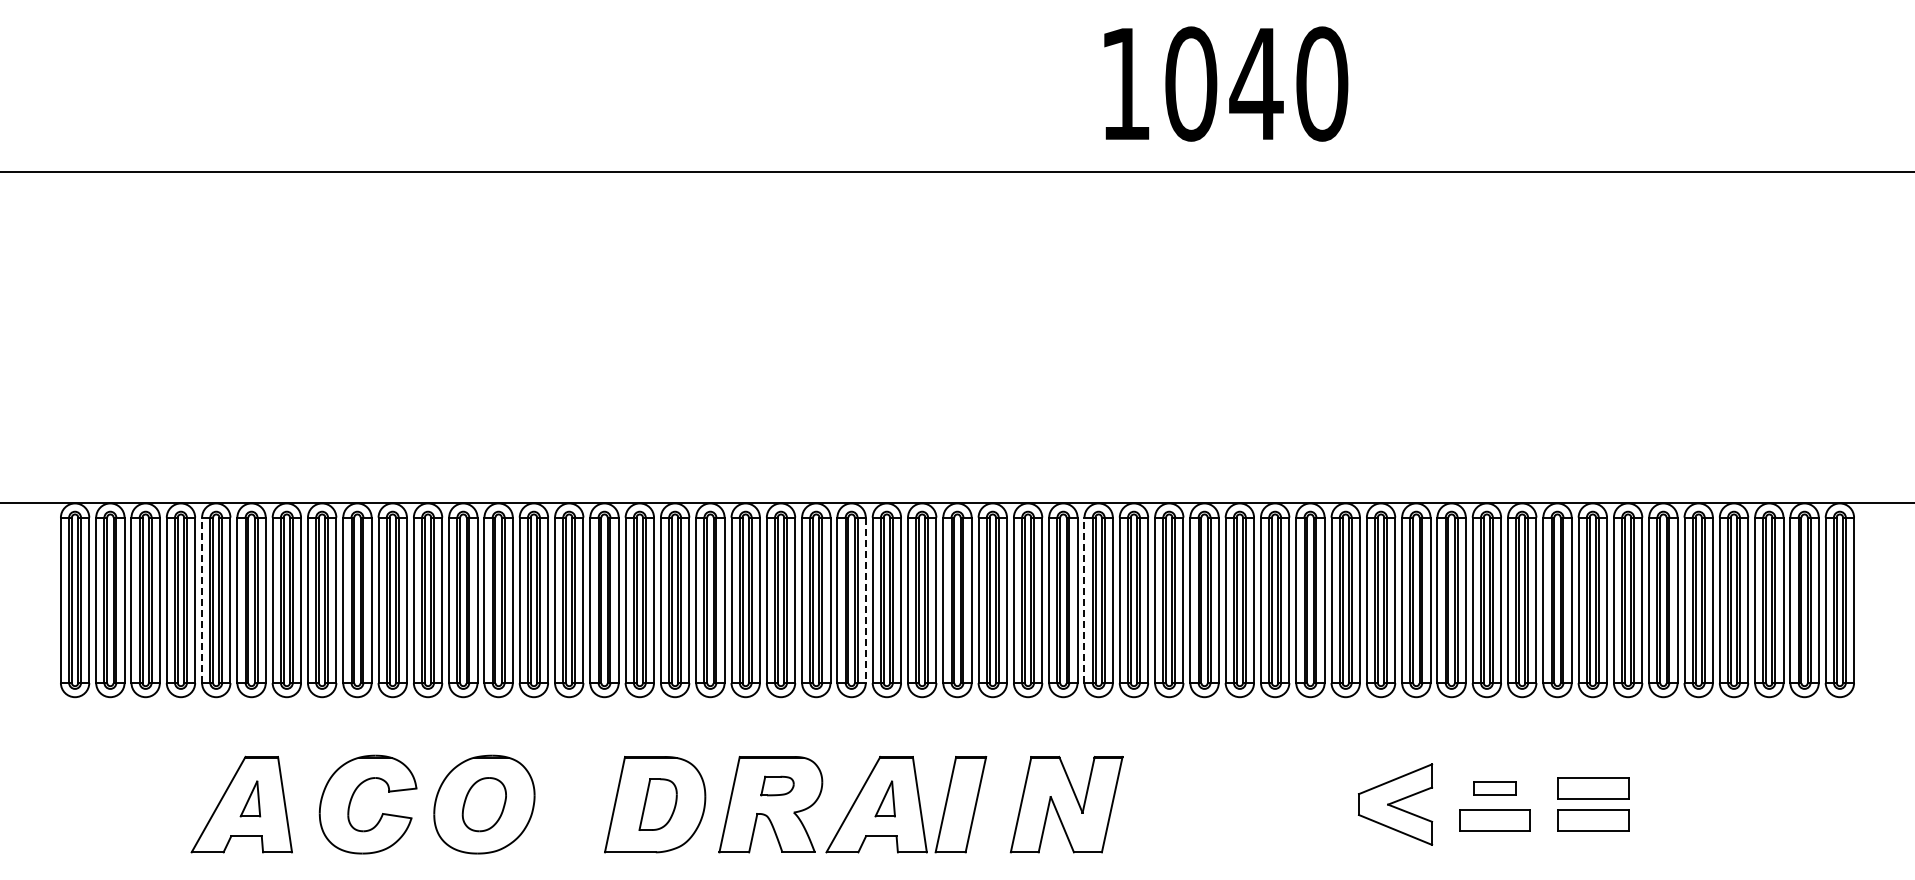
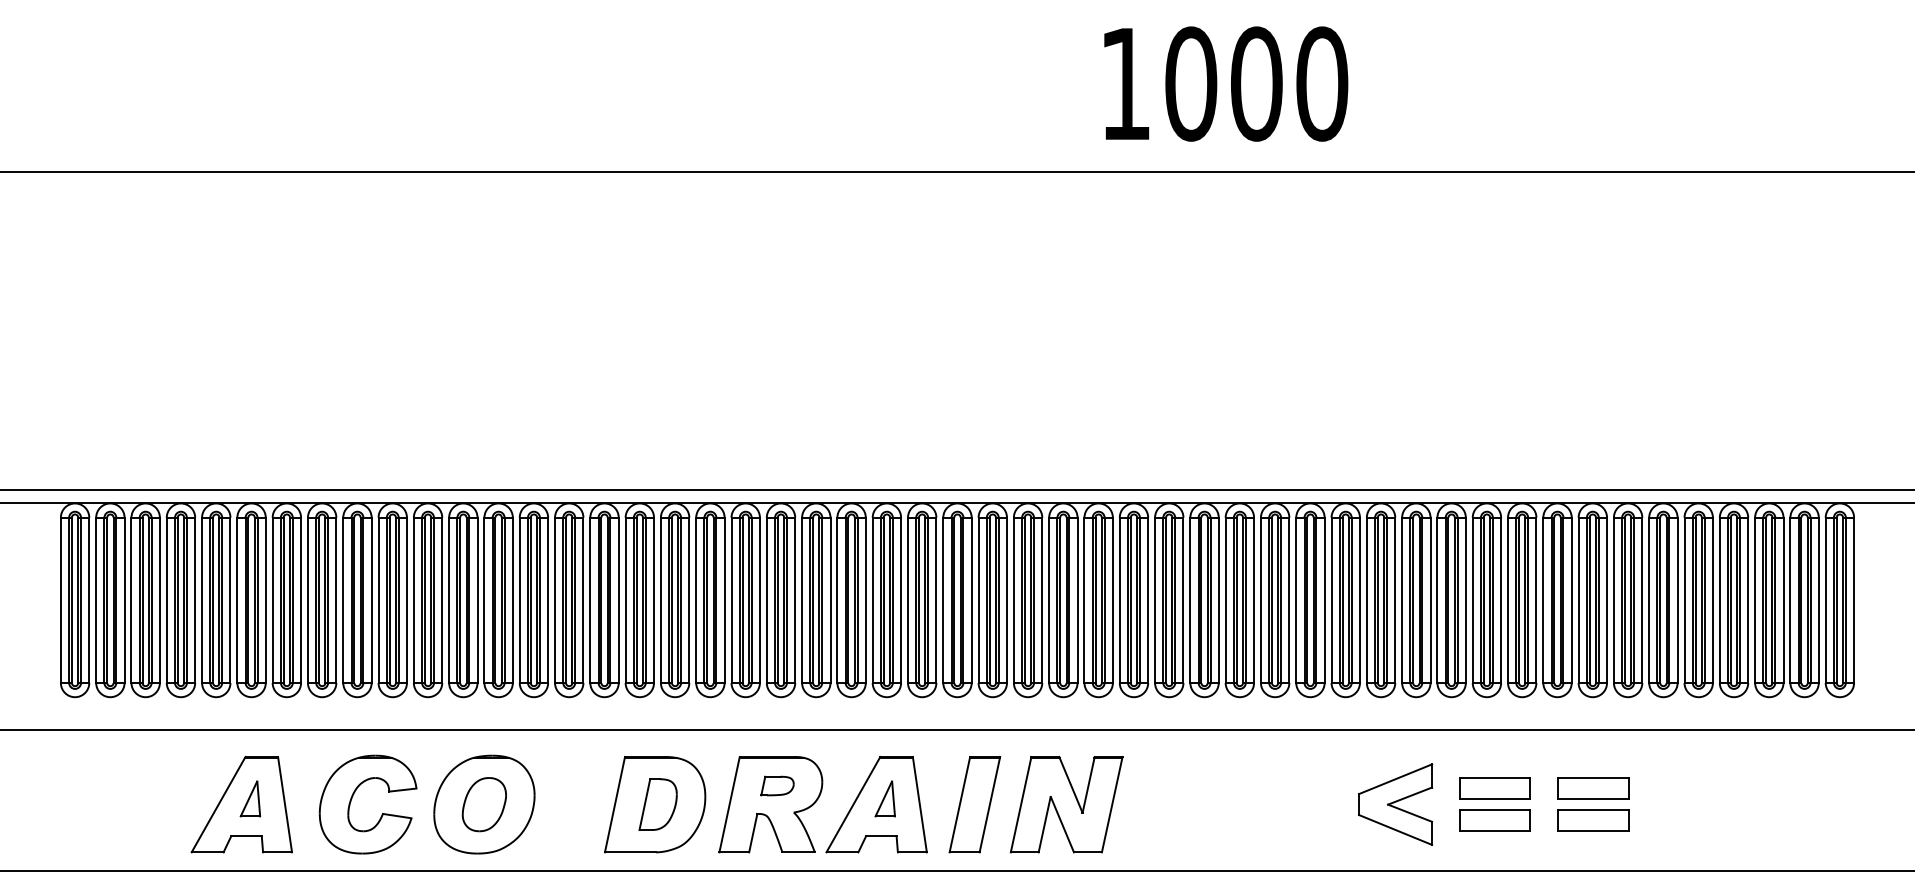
text at (1256, 83): 1040 -> 1000
line at (956, 489): none -> present
line at (202, 600): dashed -> solid
line at (865, 600): dashed -> solid
line at (1084, 600): dashed -> solid
line at (956, 730): none -> present
part at (1494, 788) size: 44x15 px -> 72x23 px
part at (960, 804) position: (960, 804) -> (974, 804)
line at (956, 871): none -> present
